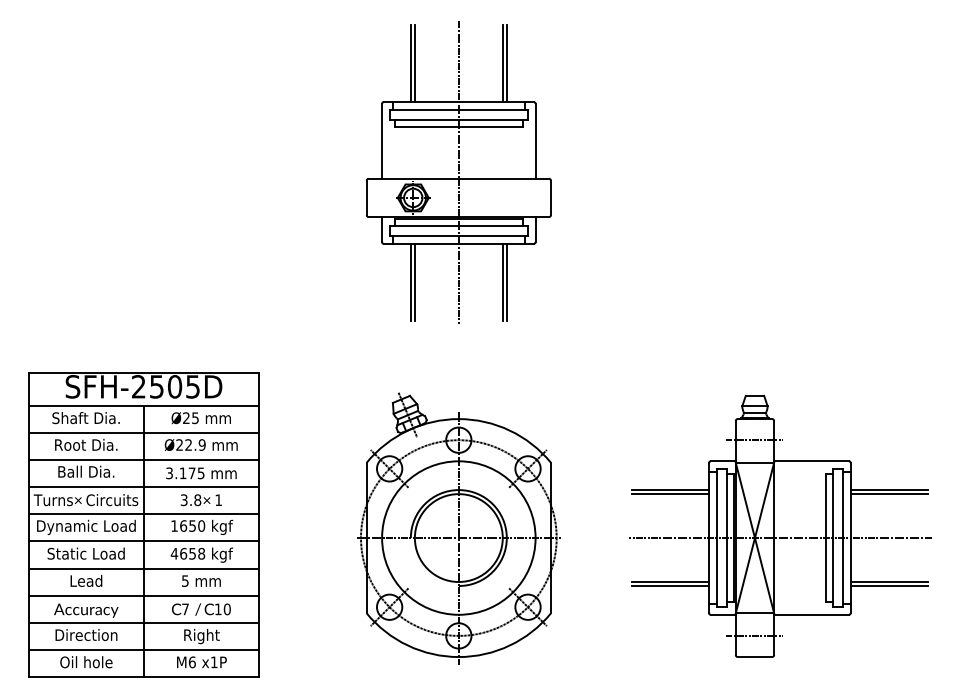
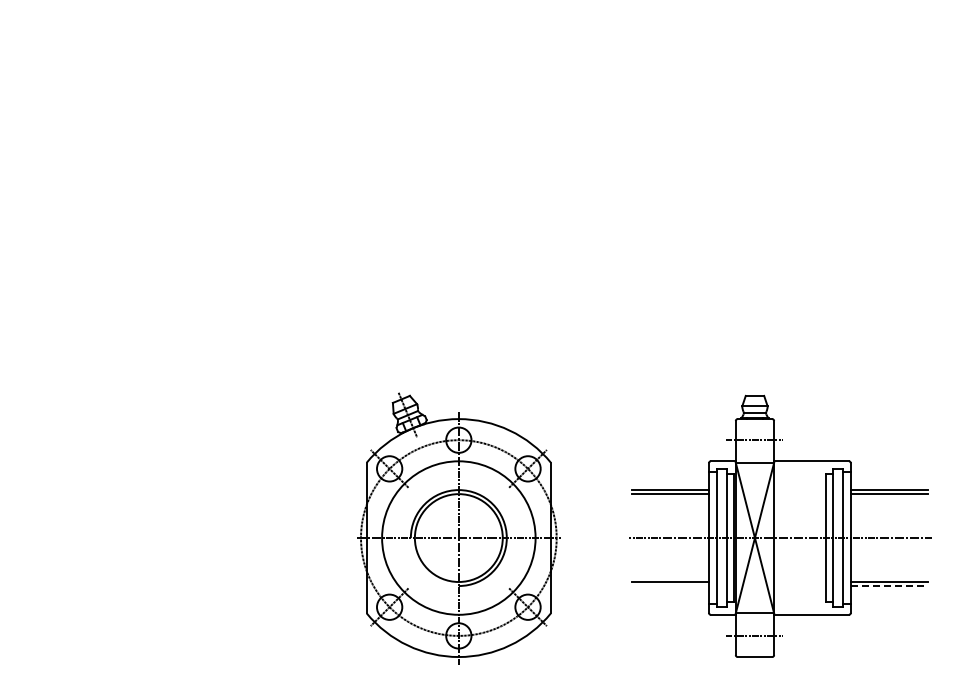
part at (458, 172): present -> none
part at (143, 524): present -> none
line at (670, 586): present -> none
line at (889, 586): solid -> dashed
